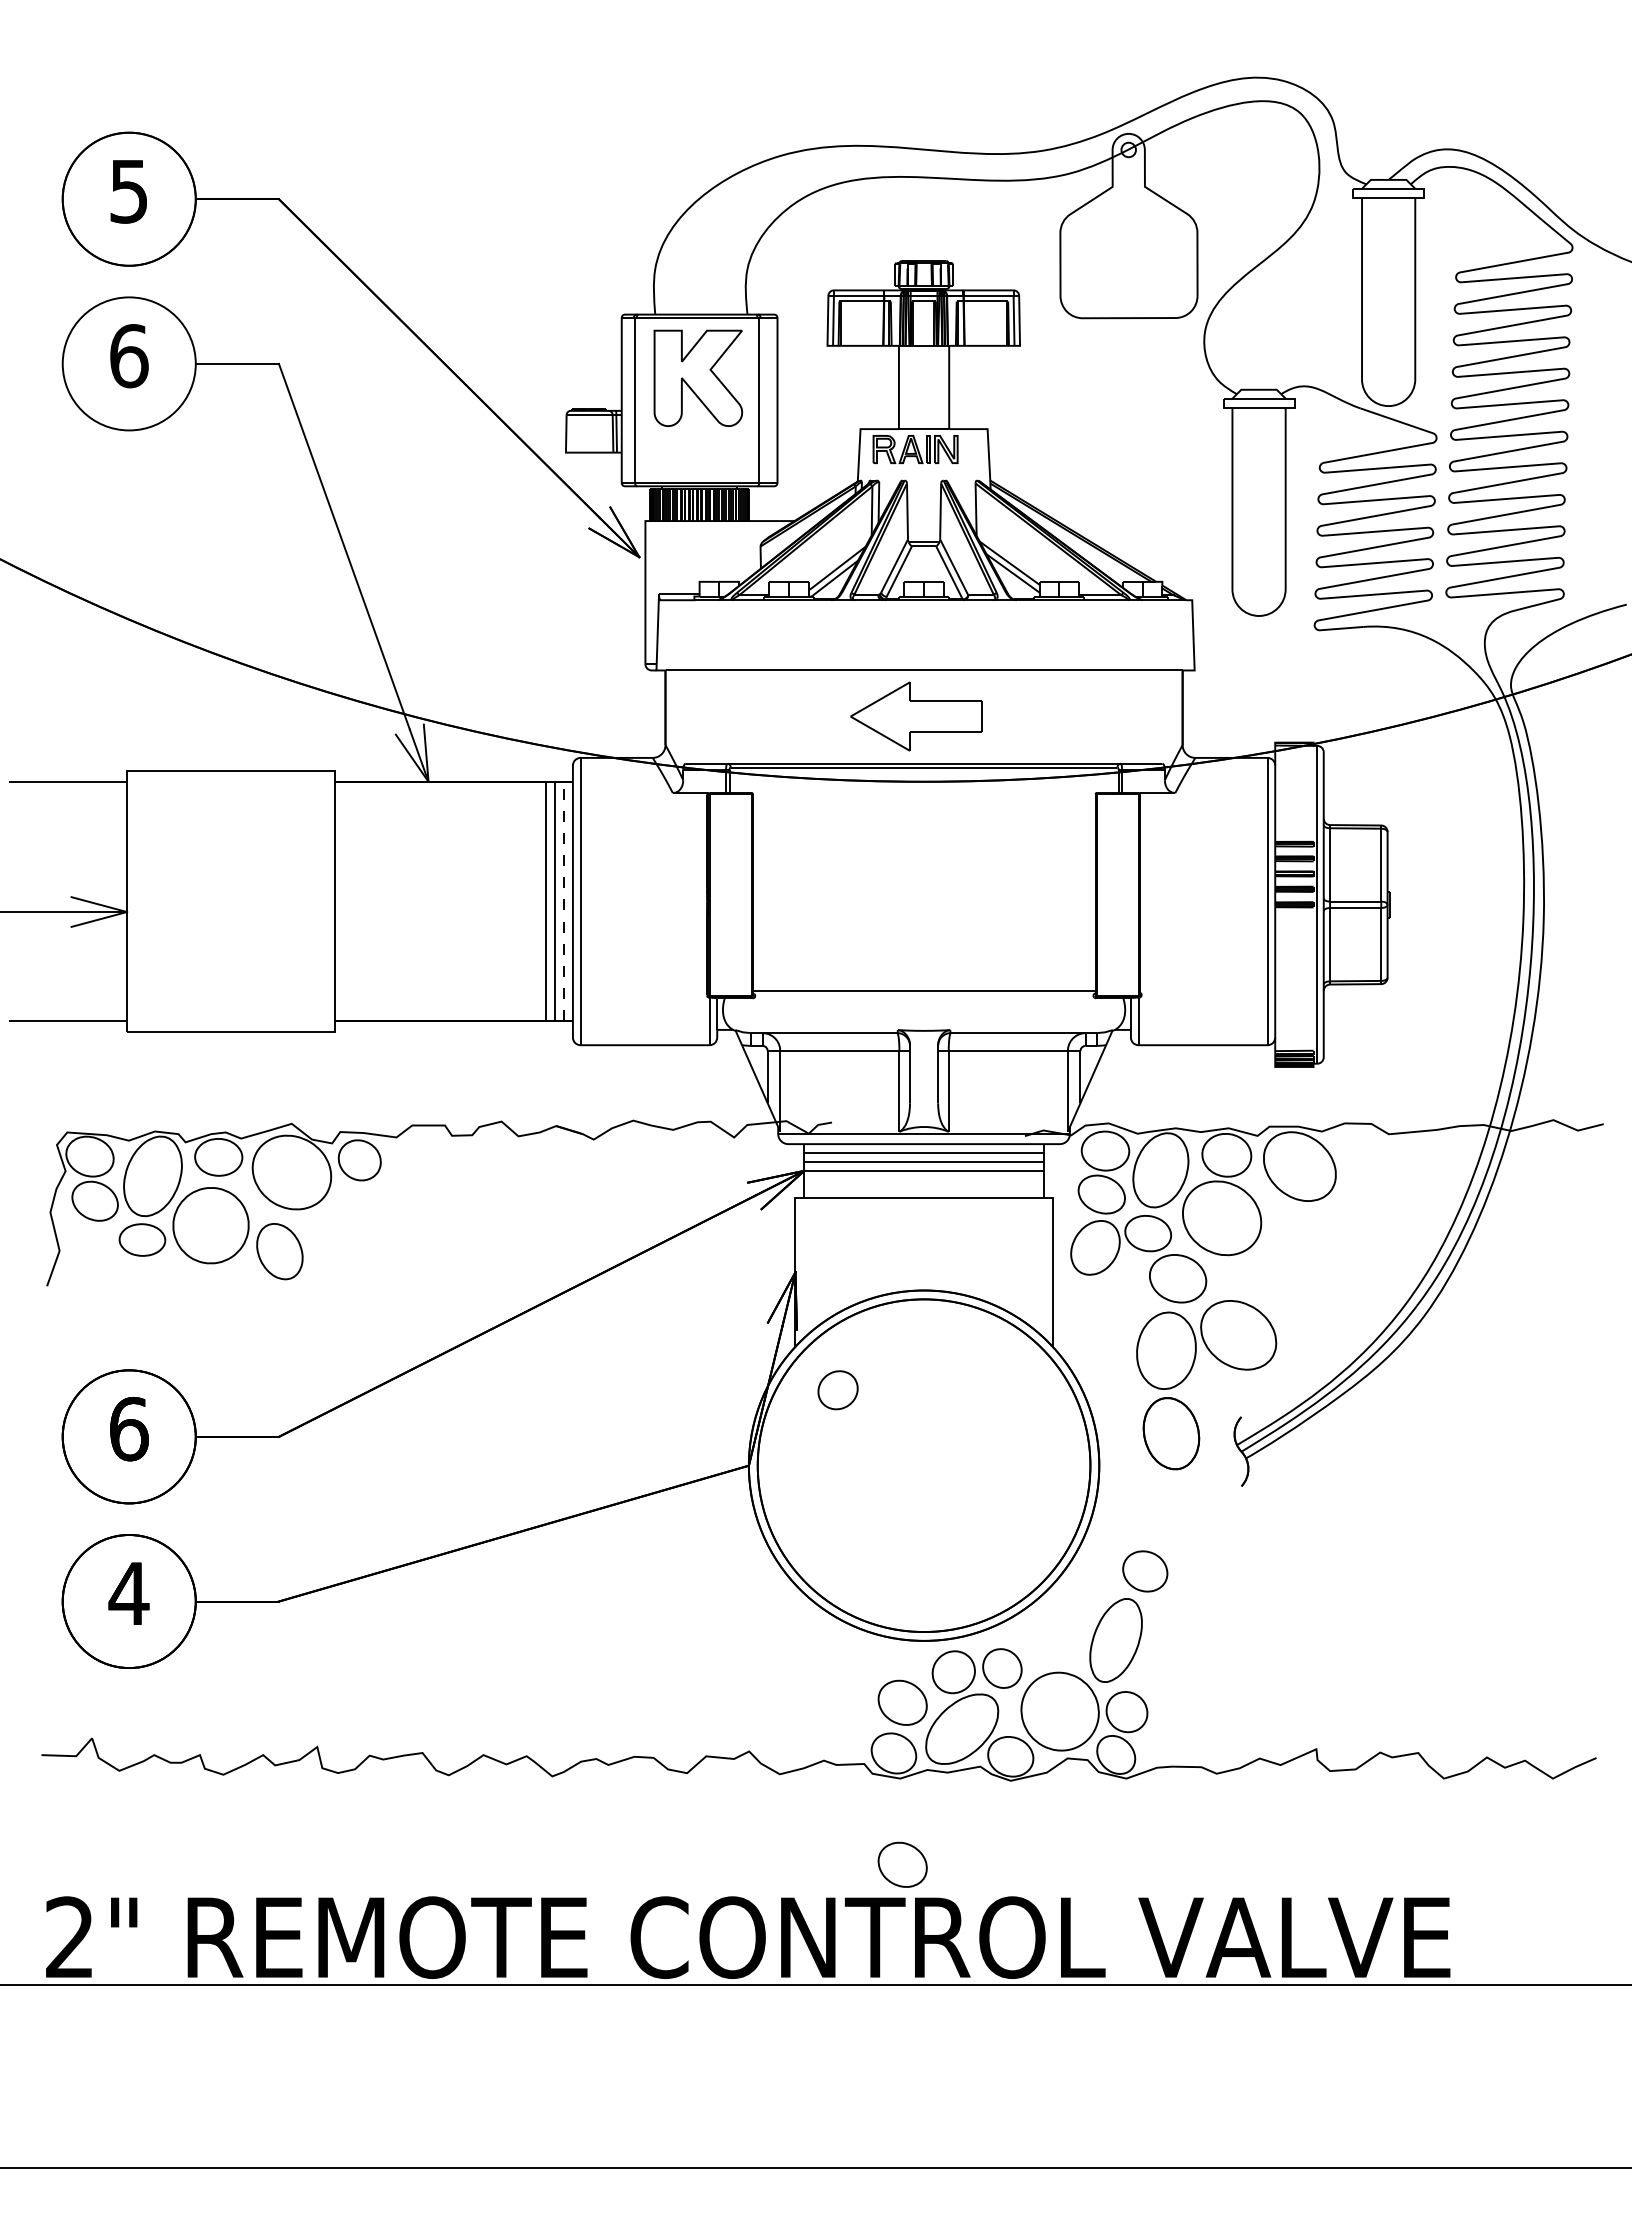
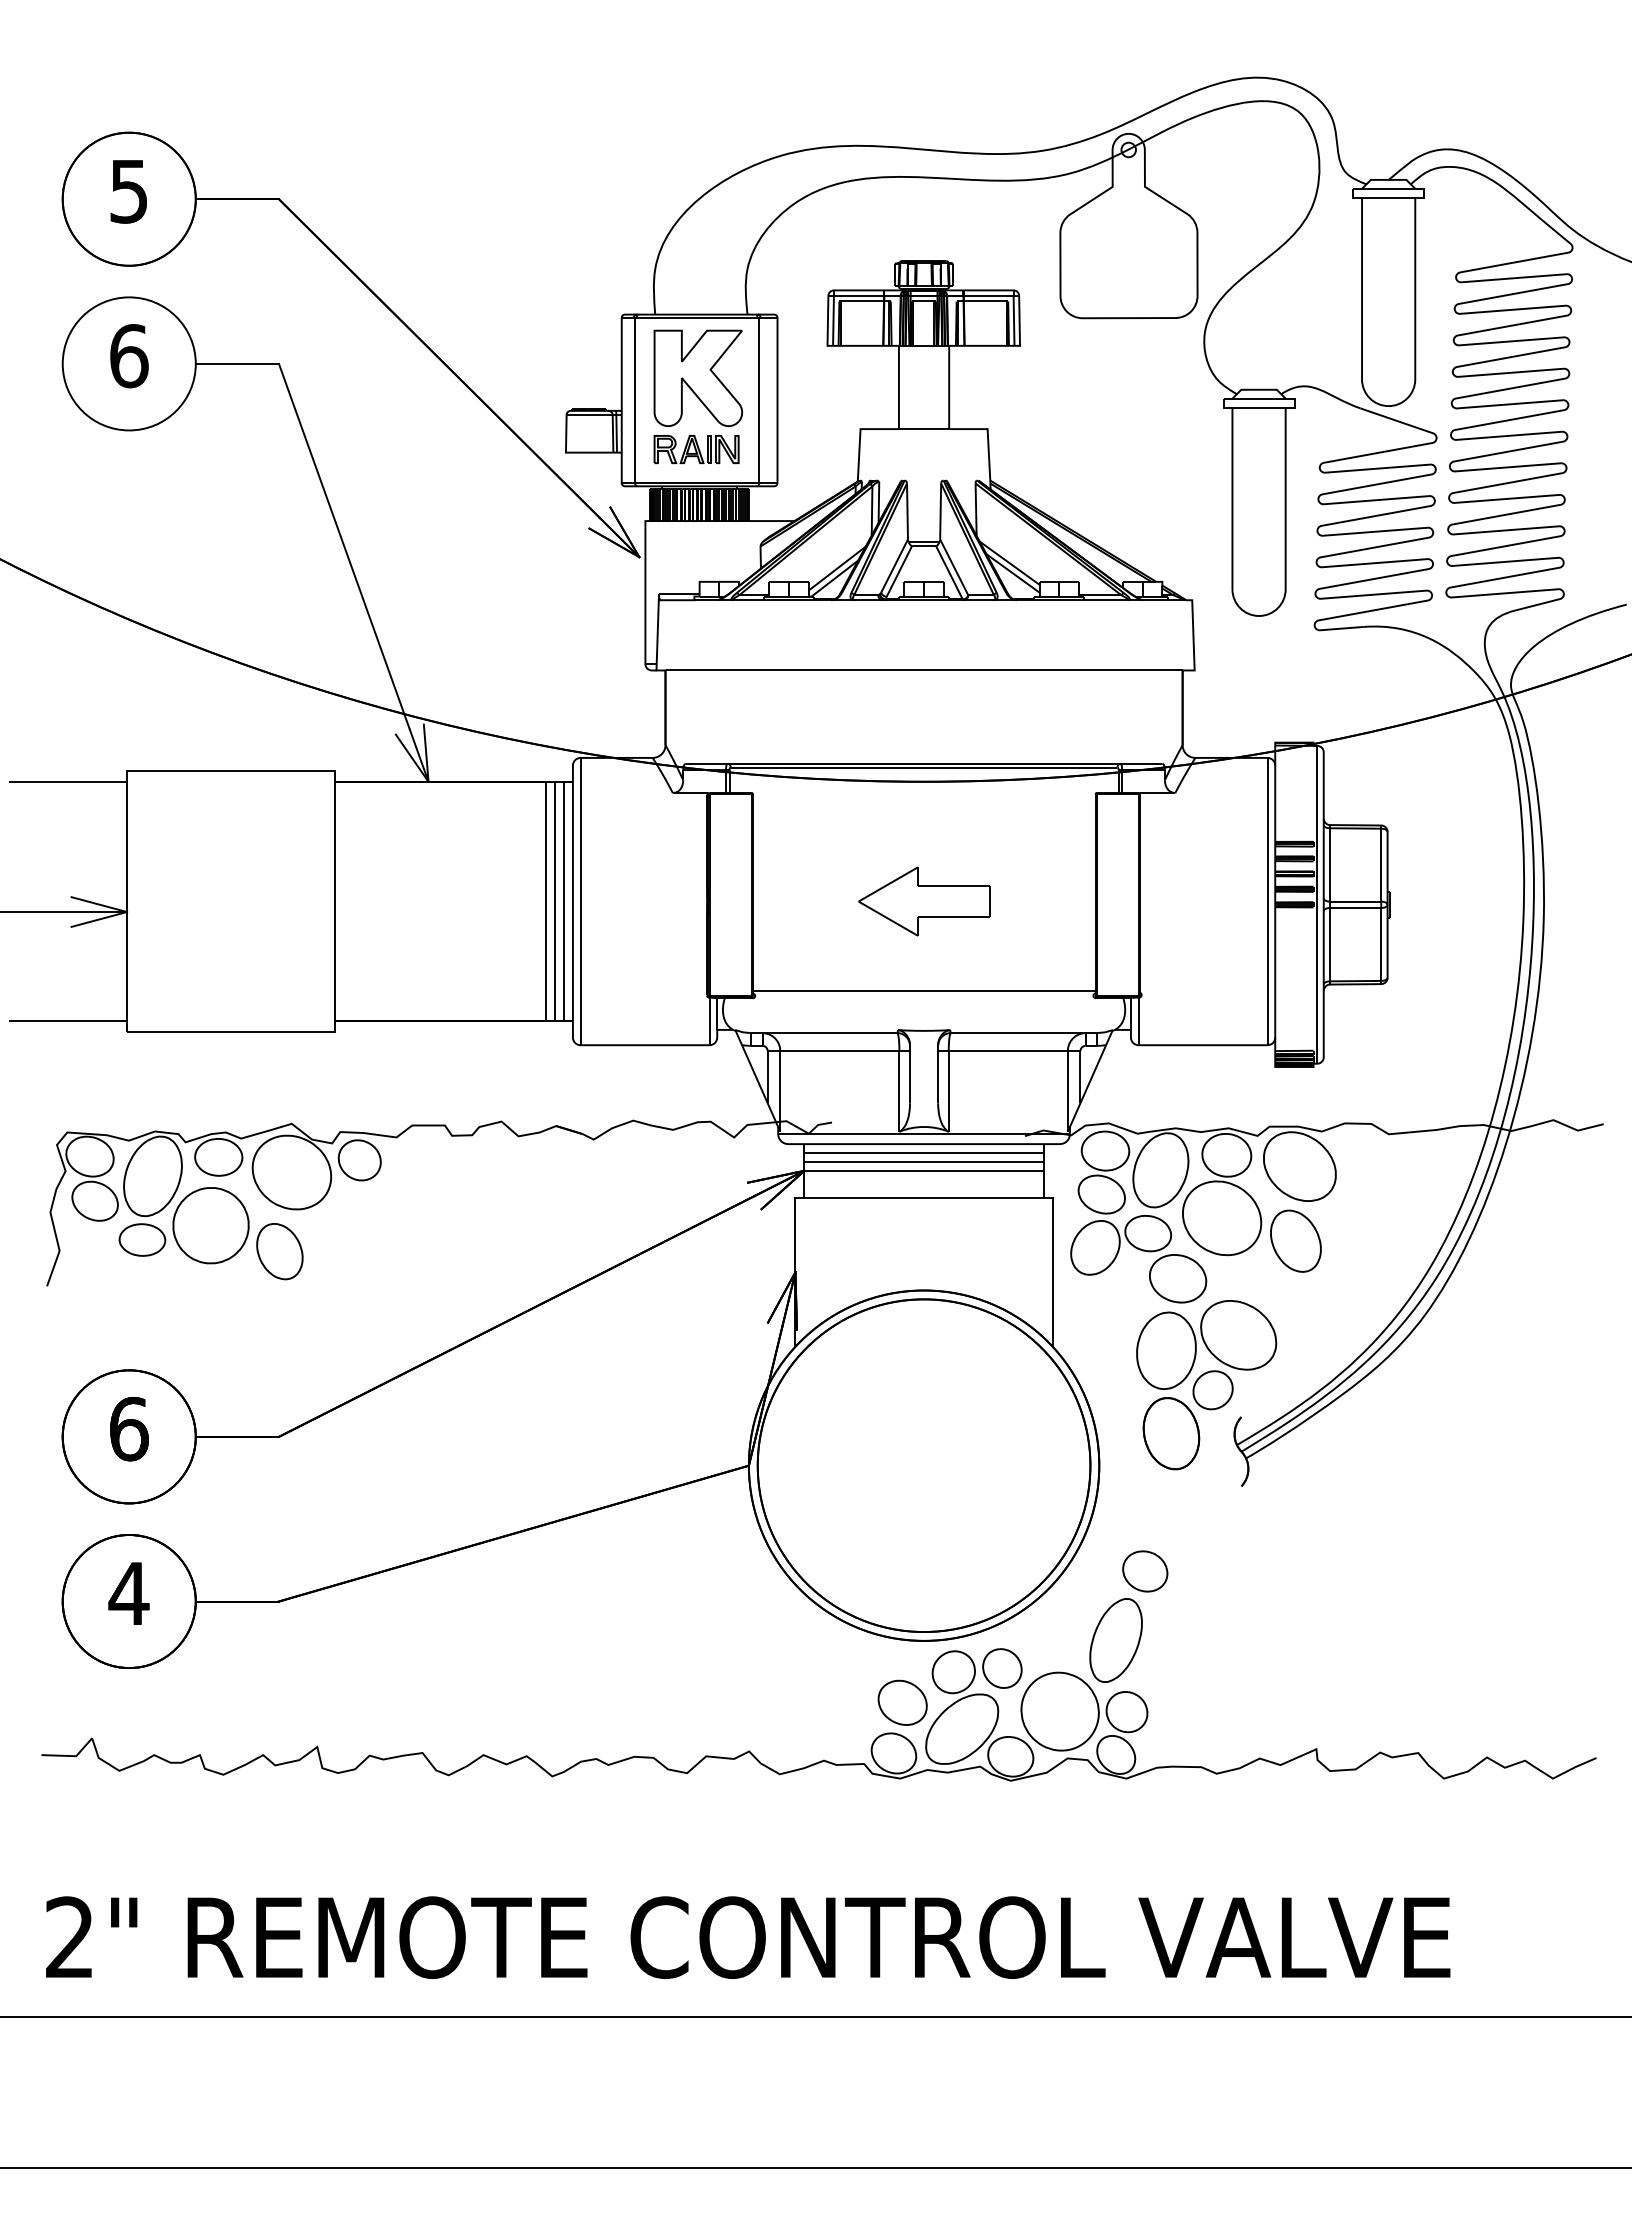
part at (915, 449) position: (915, 449) -> (696, 449)
part at (916, 716) position: (916, 716) -> (924, 901)
line at (564, 901): dashed -> solid
part at (1295, 1240): none -> present
part at (837, 1390) position: (837, 1390) -> (1212, 1390)
part at (902, 1864): present -> none
line at (815, 1984) position: (815, 1984) -> (815, 2016)
